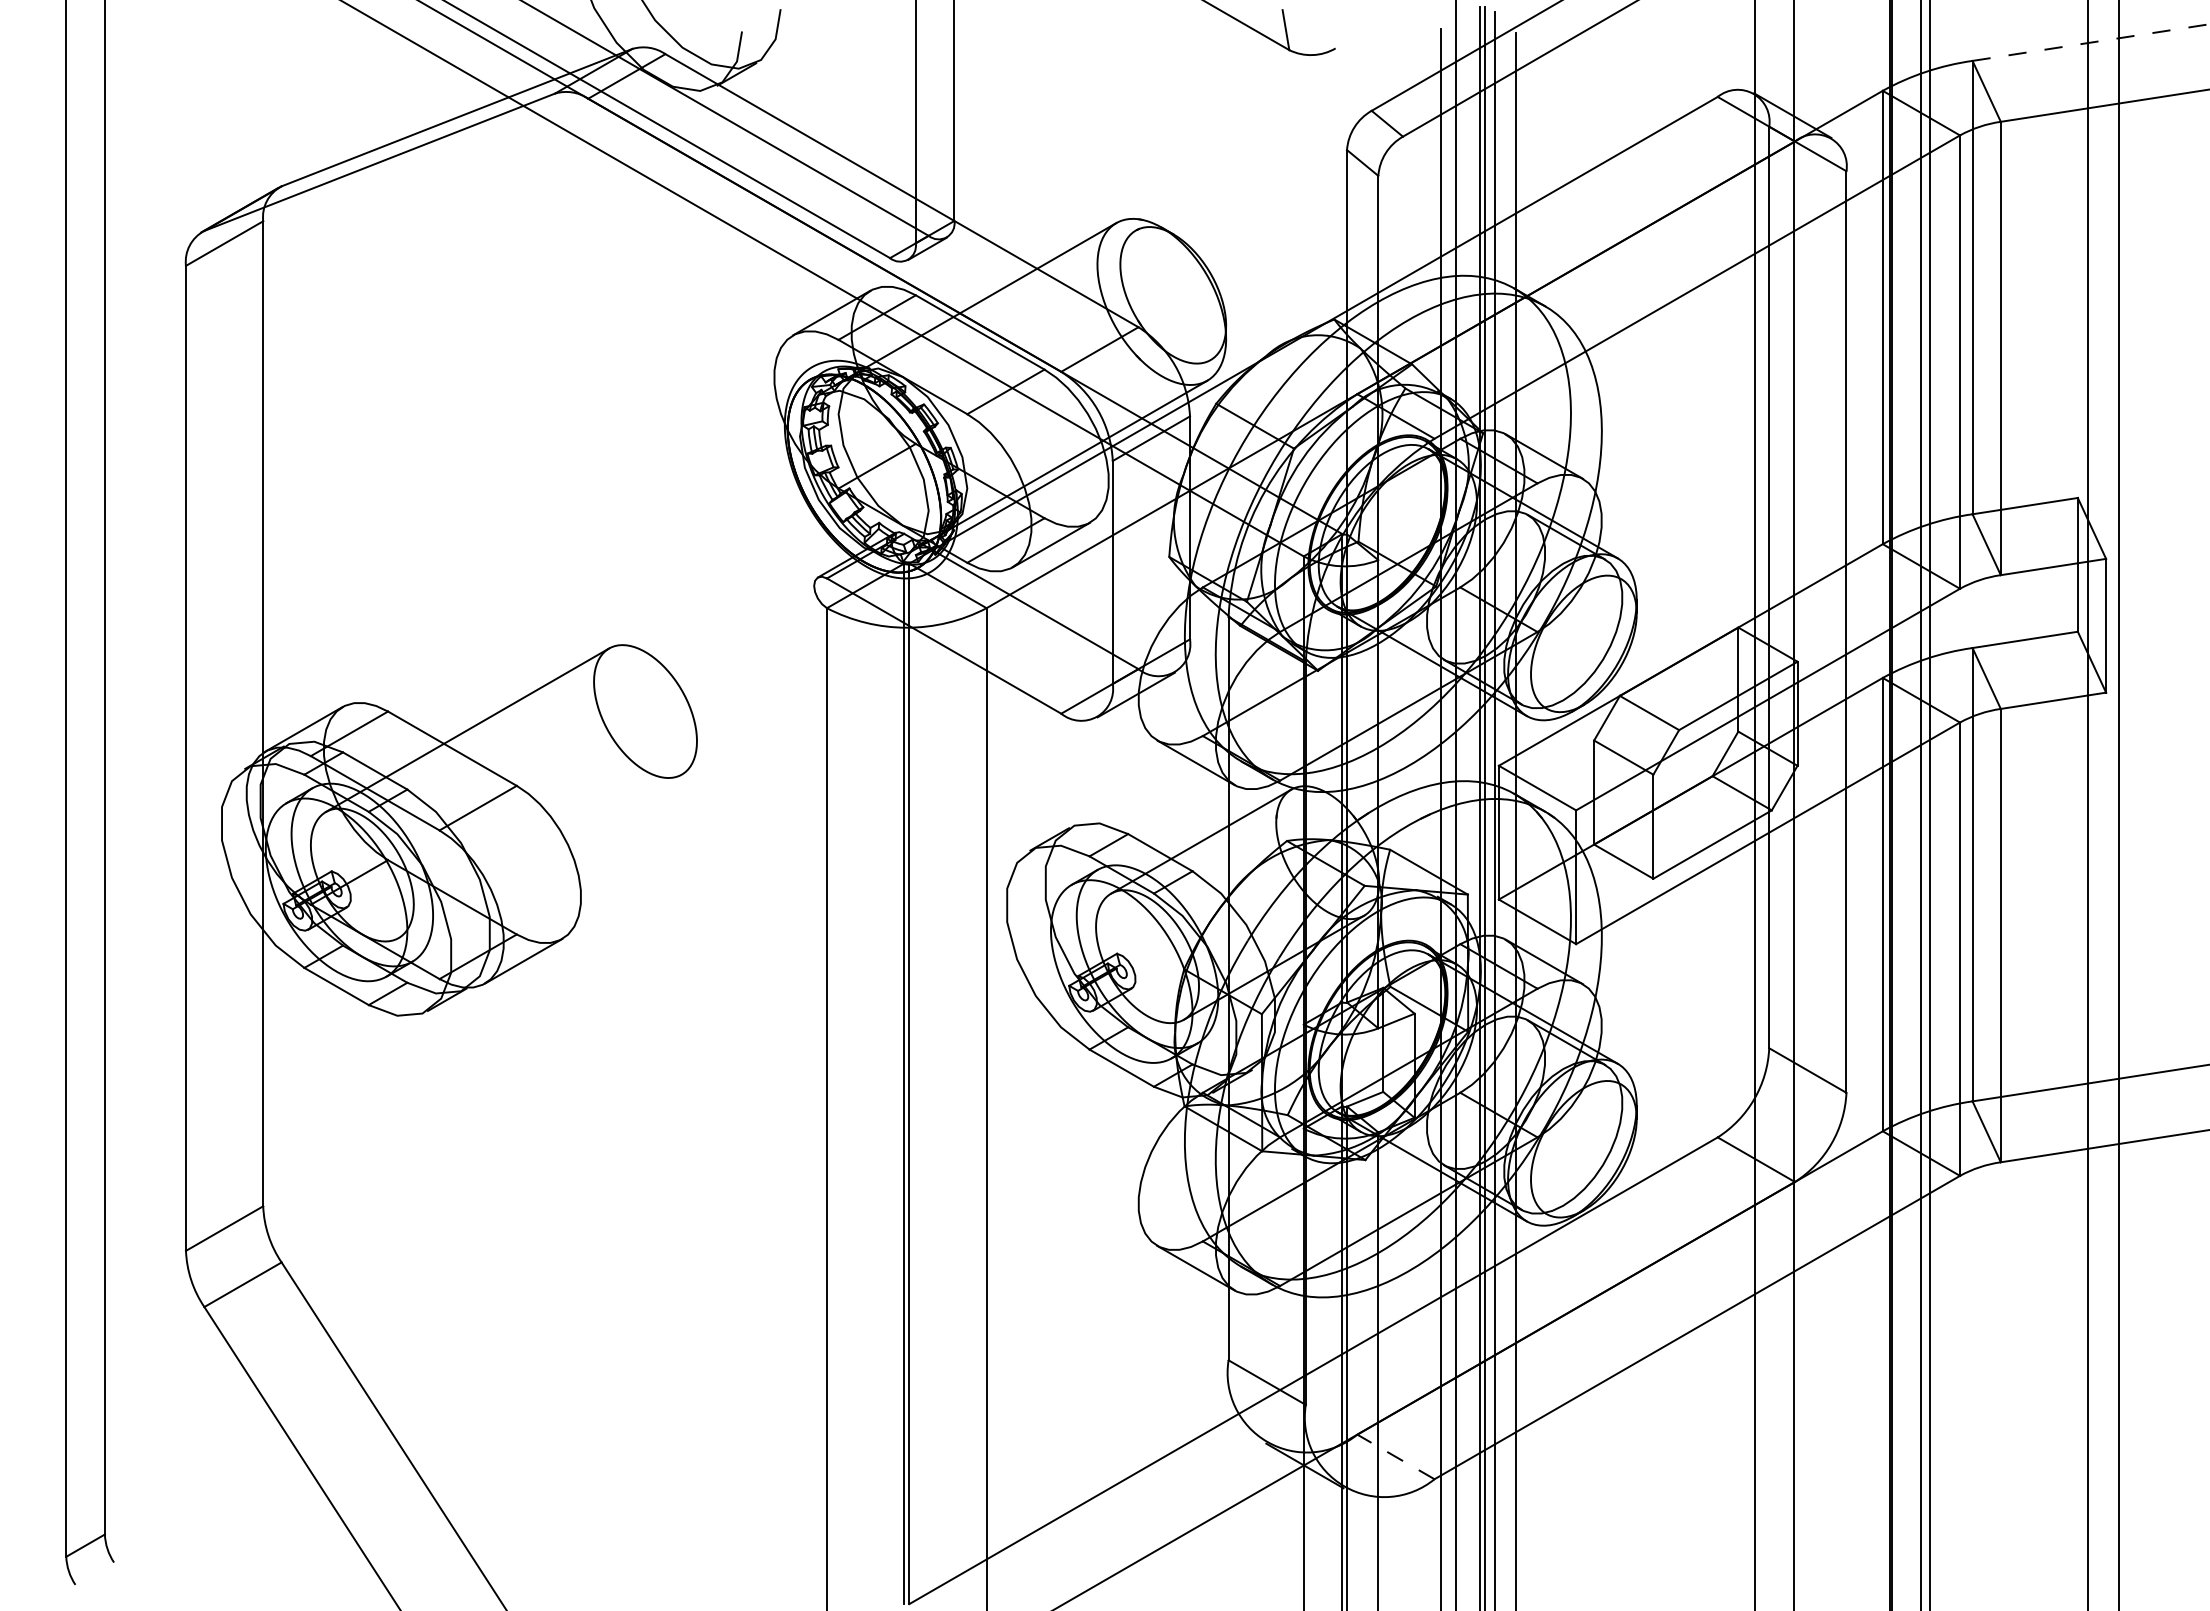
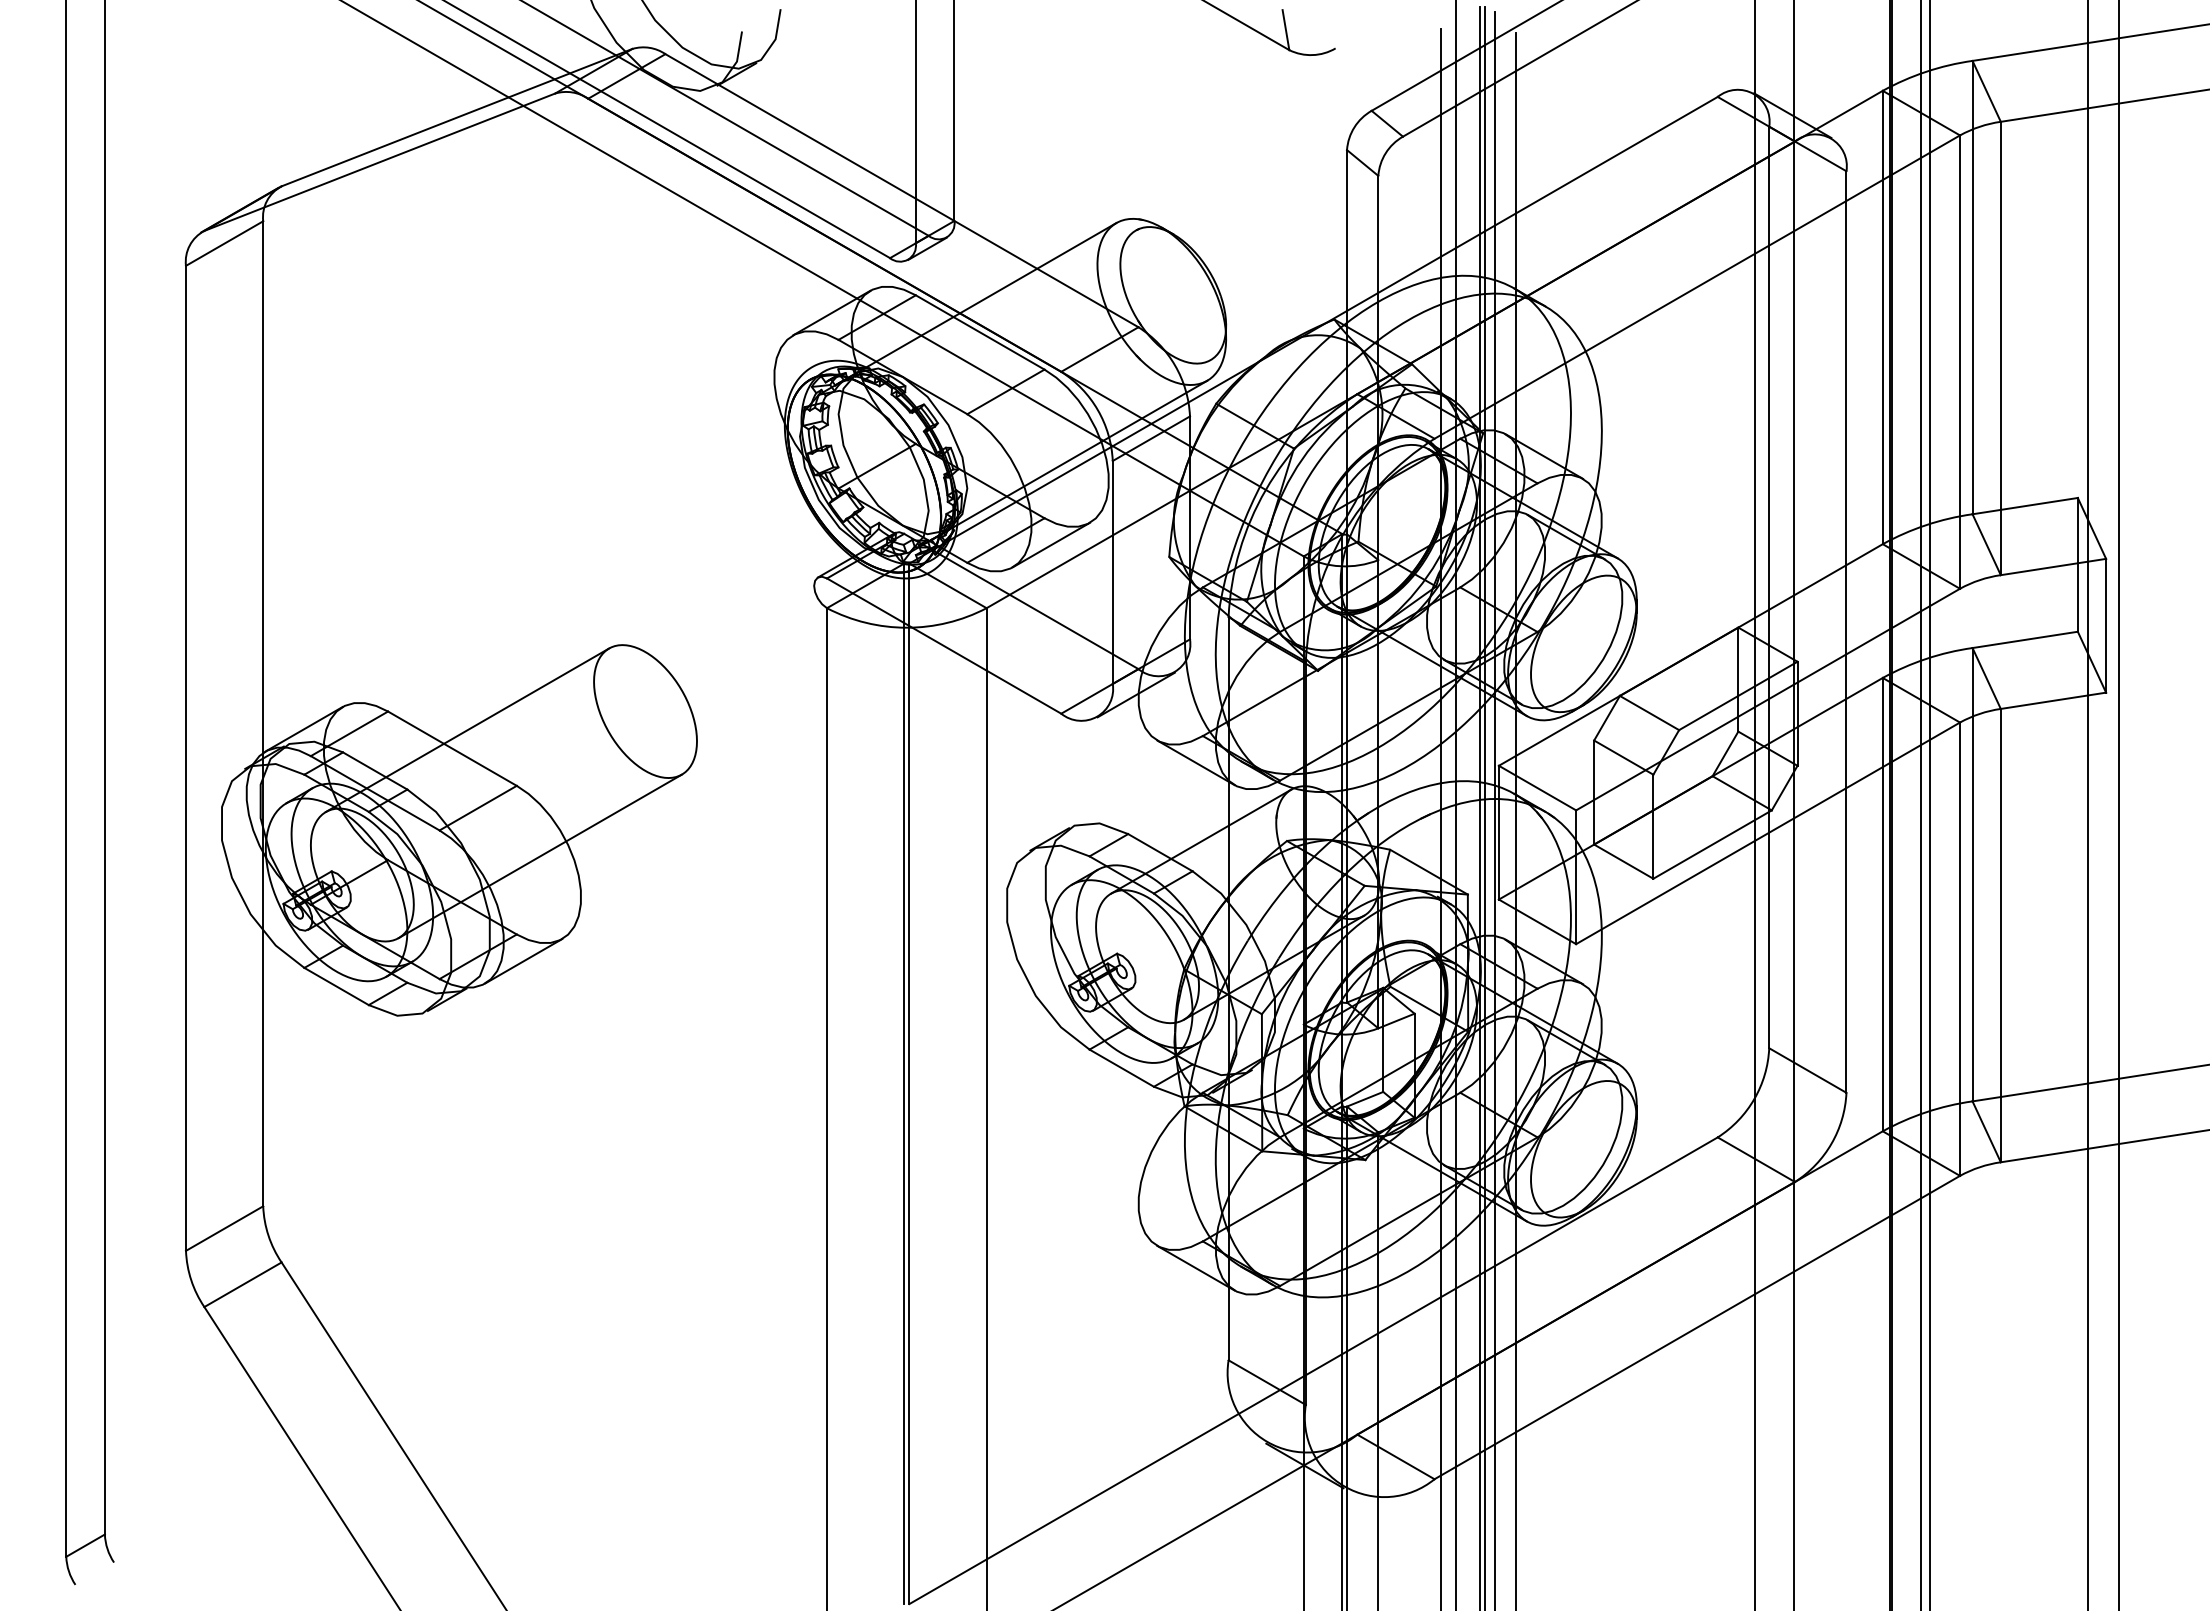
line at (2091, 42): dashed -> solid
line at (539, 856): none -> present
line at (1395, 1456): dashed -> solid
